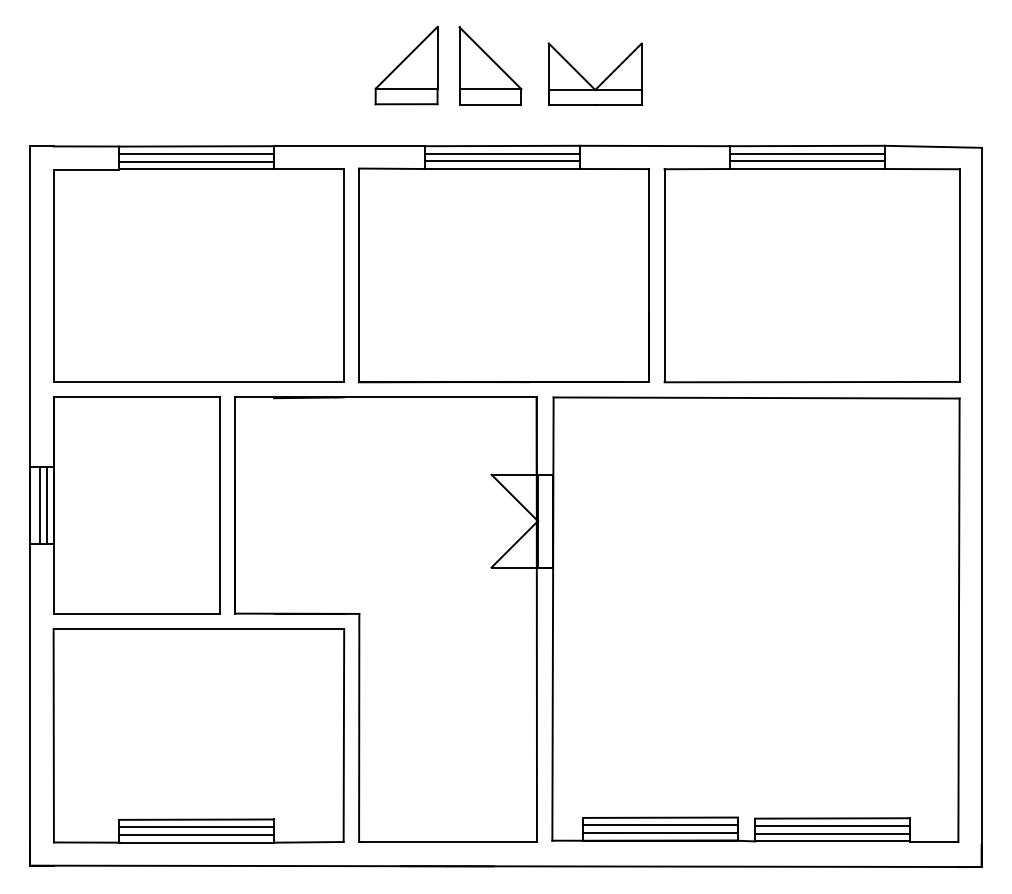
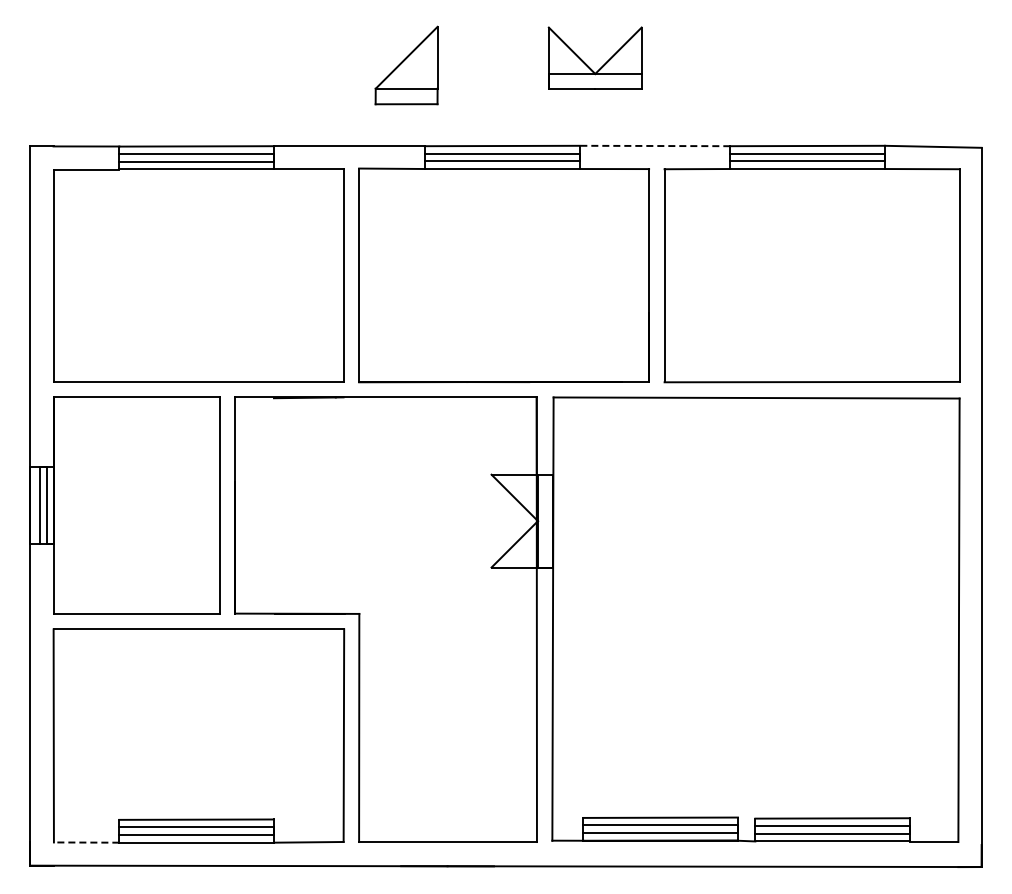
part at (490, 65): present -> none
part at (587, 80) position: (587, 80) -> (587, 64)
line at (654, 146): solid -> dashed
line at (86, 842): solid -> dashed
